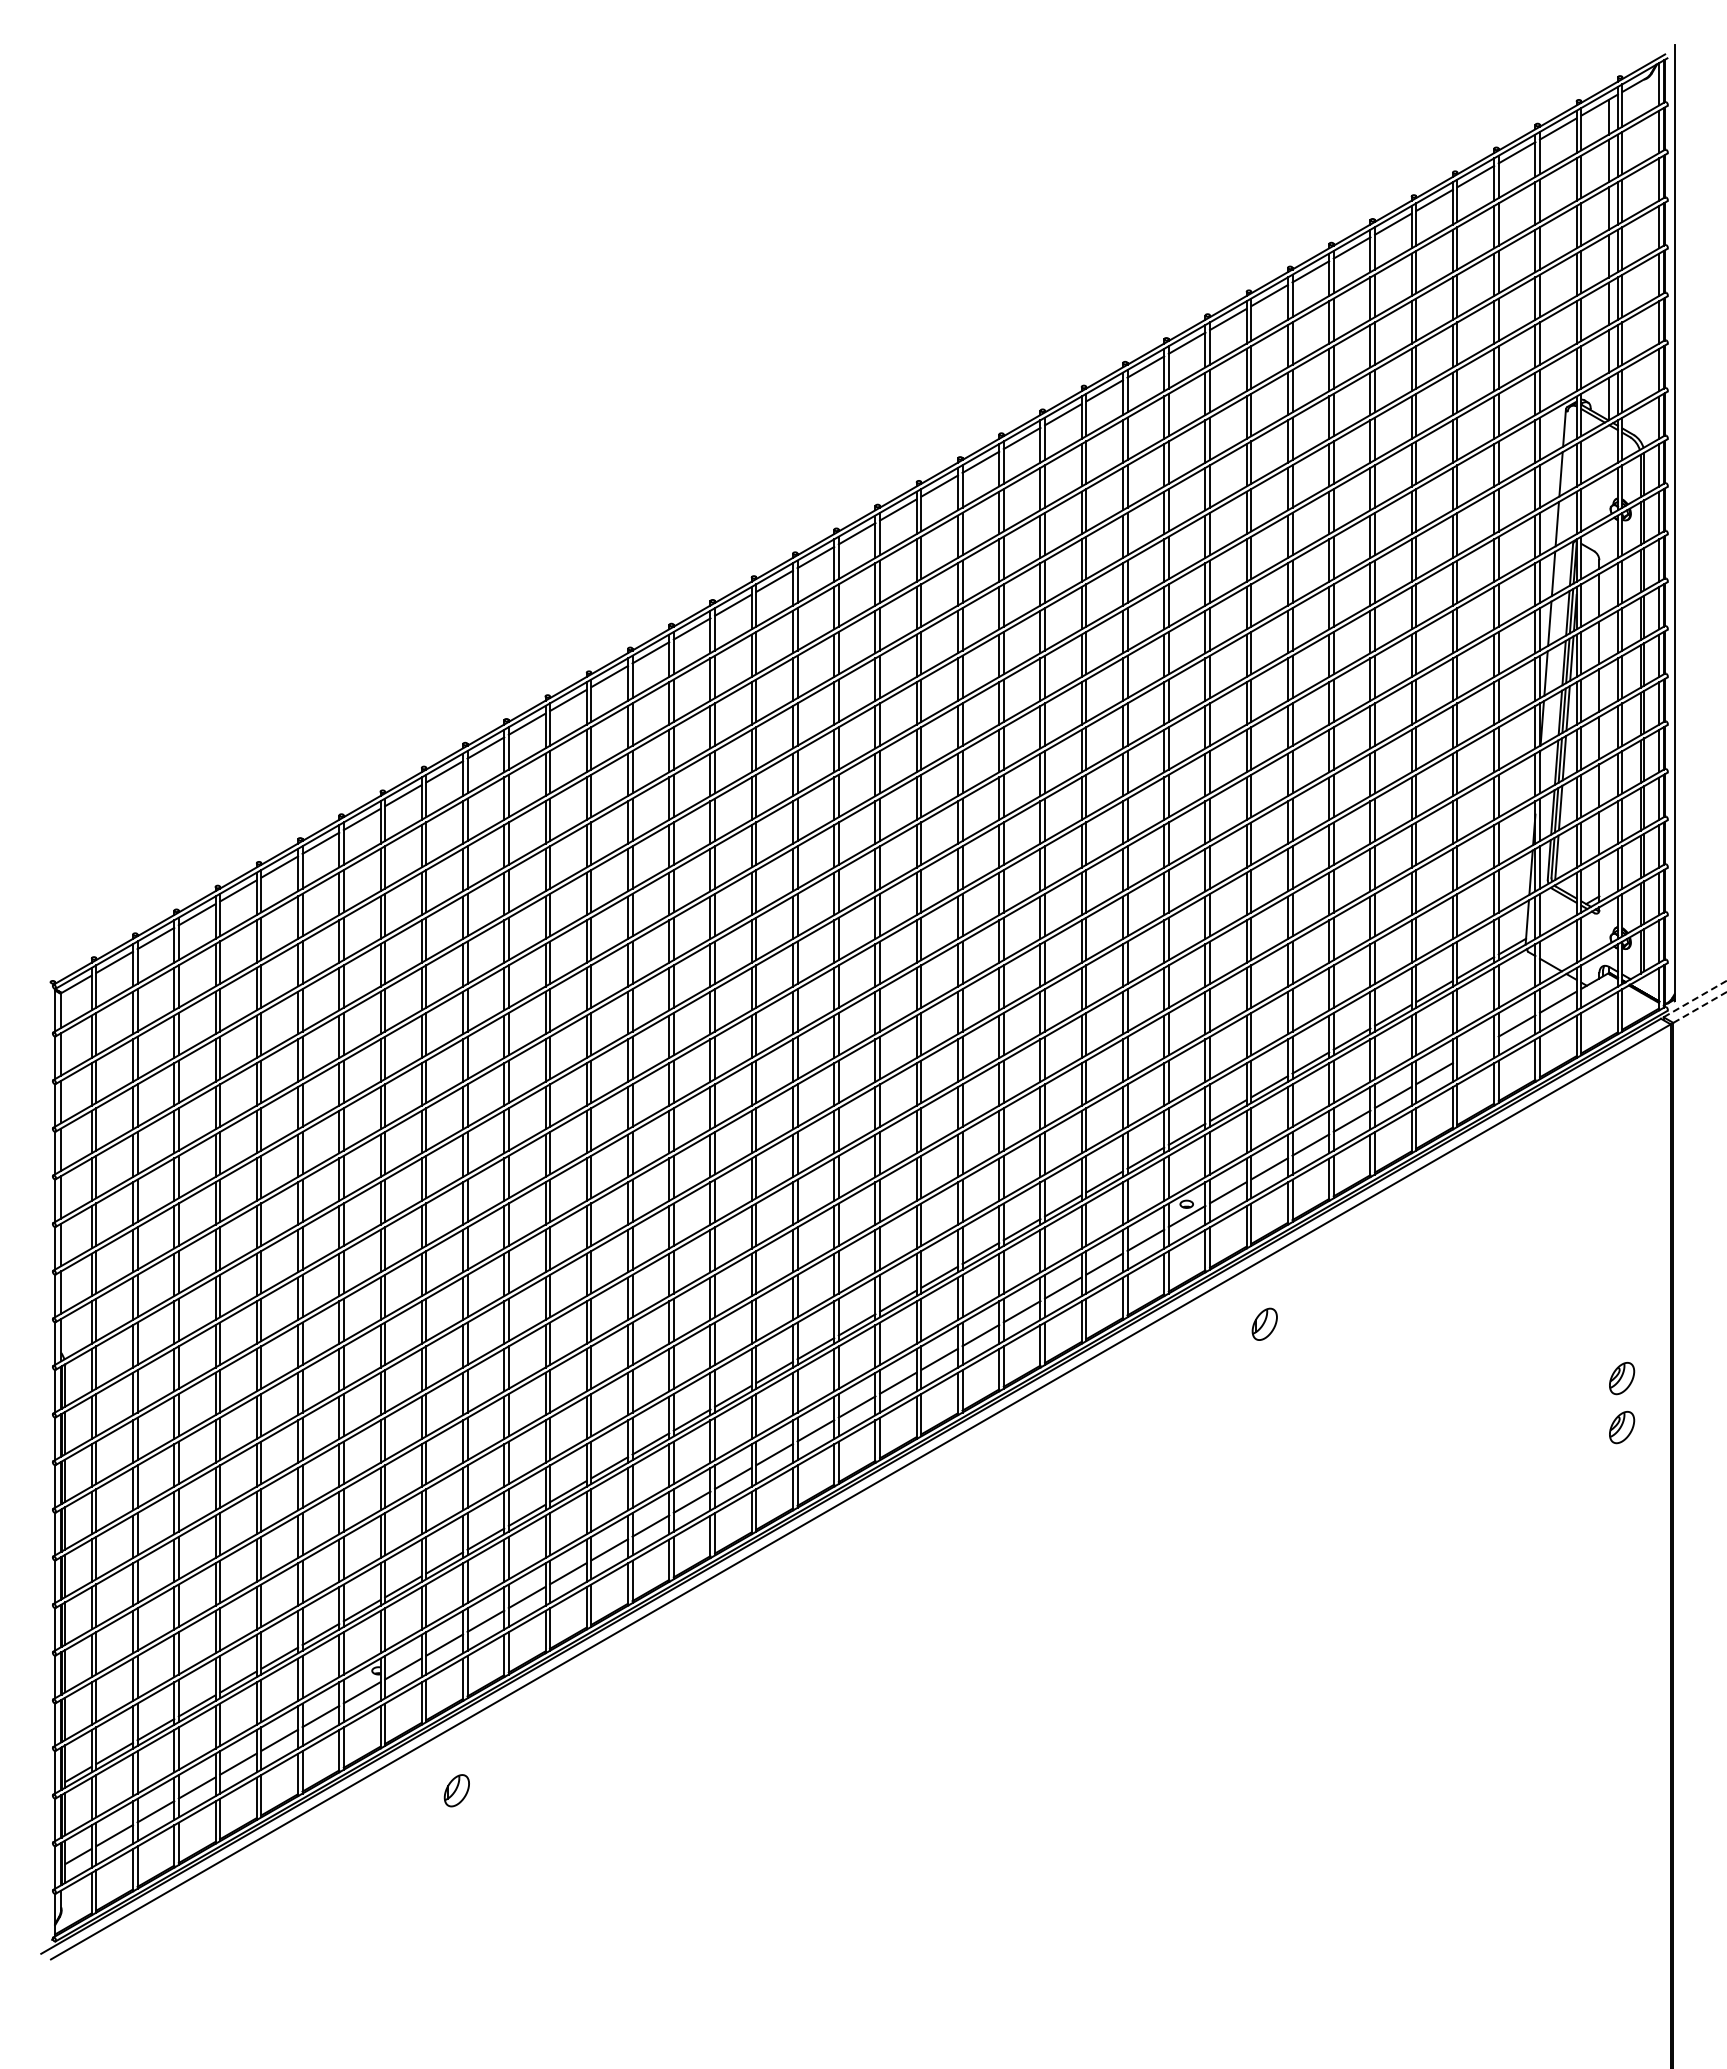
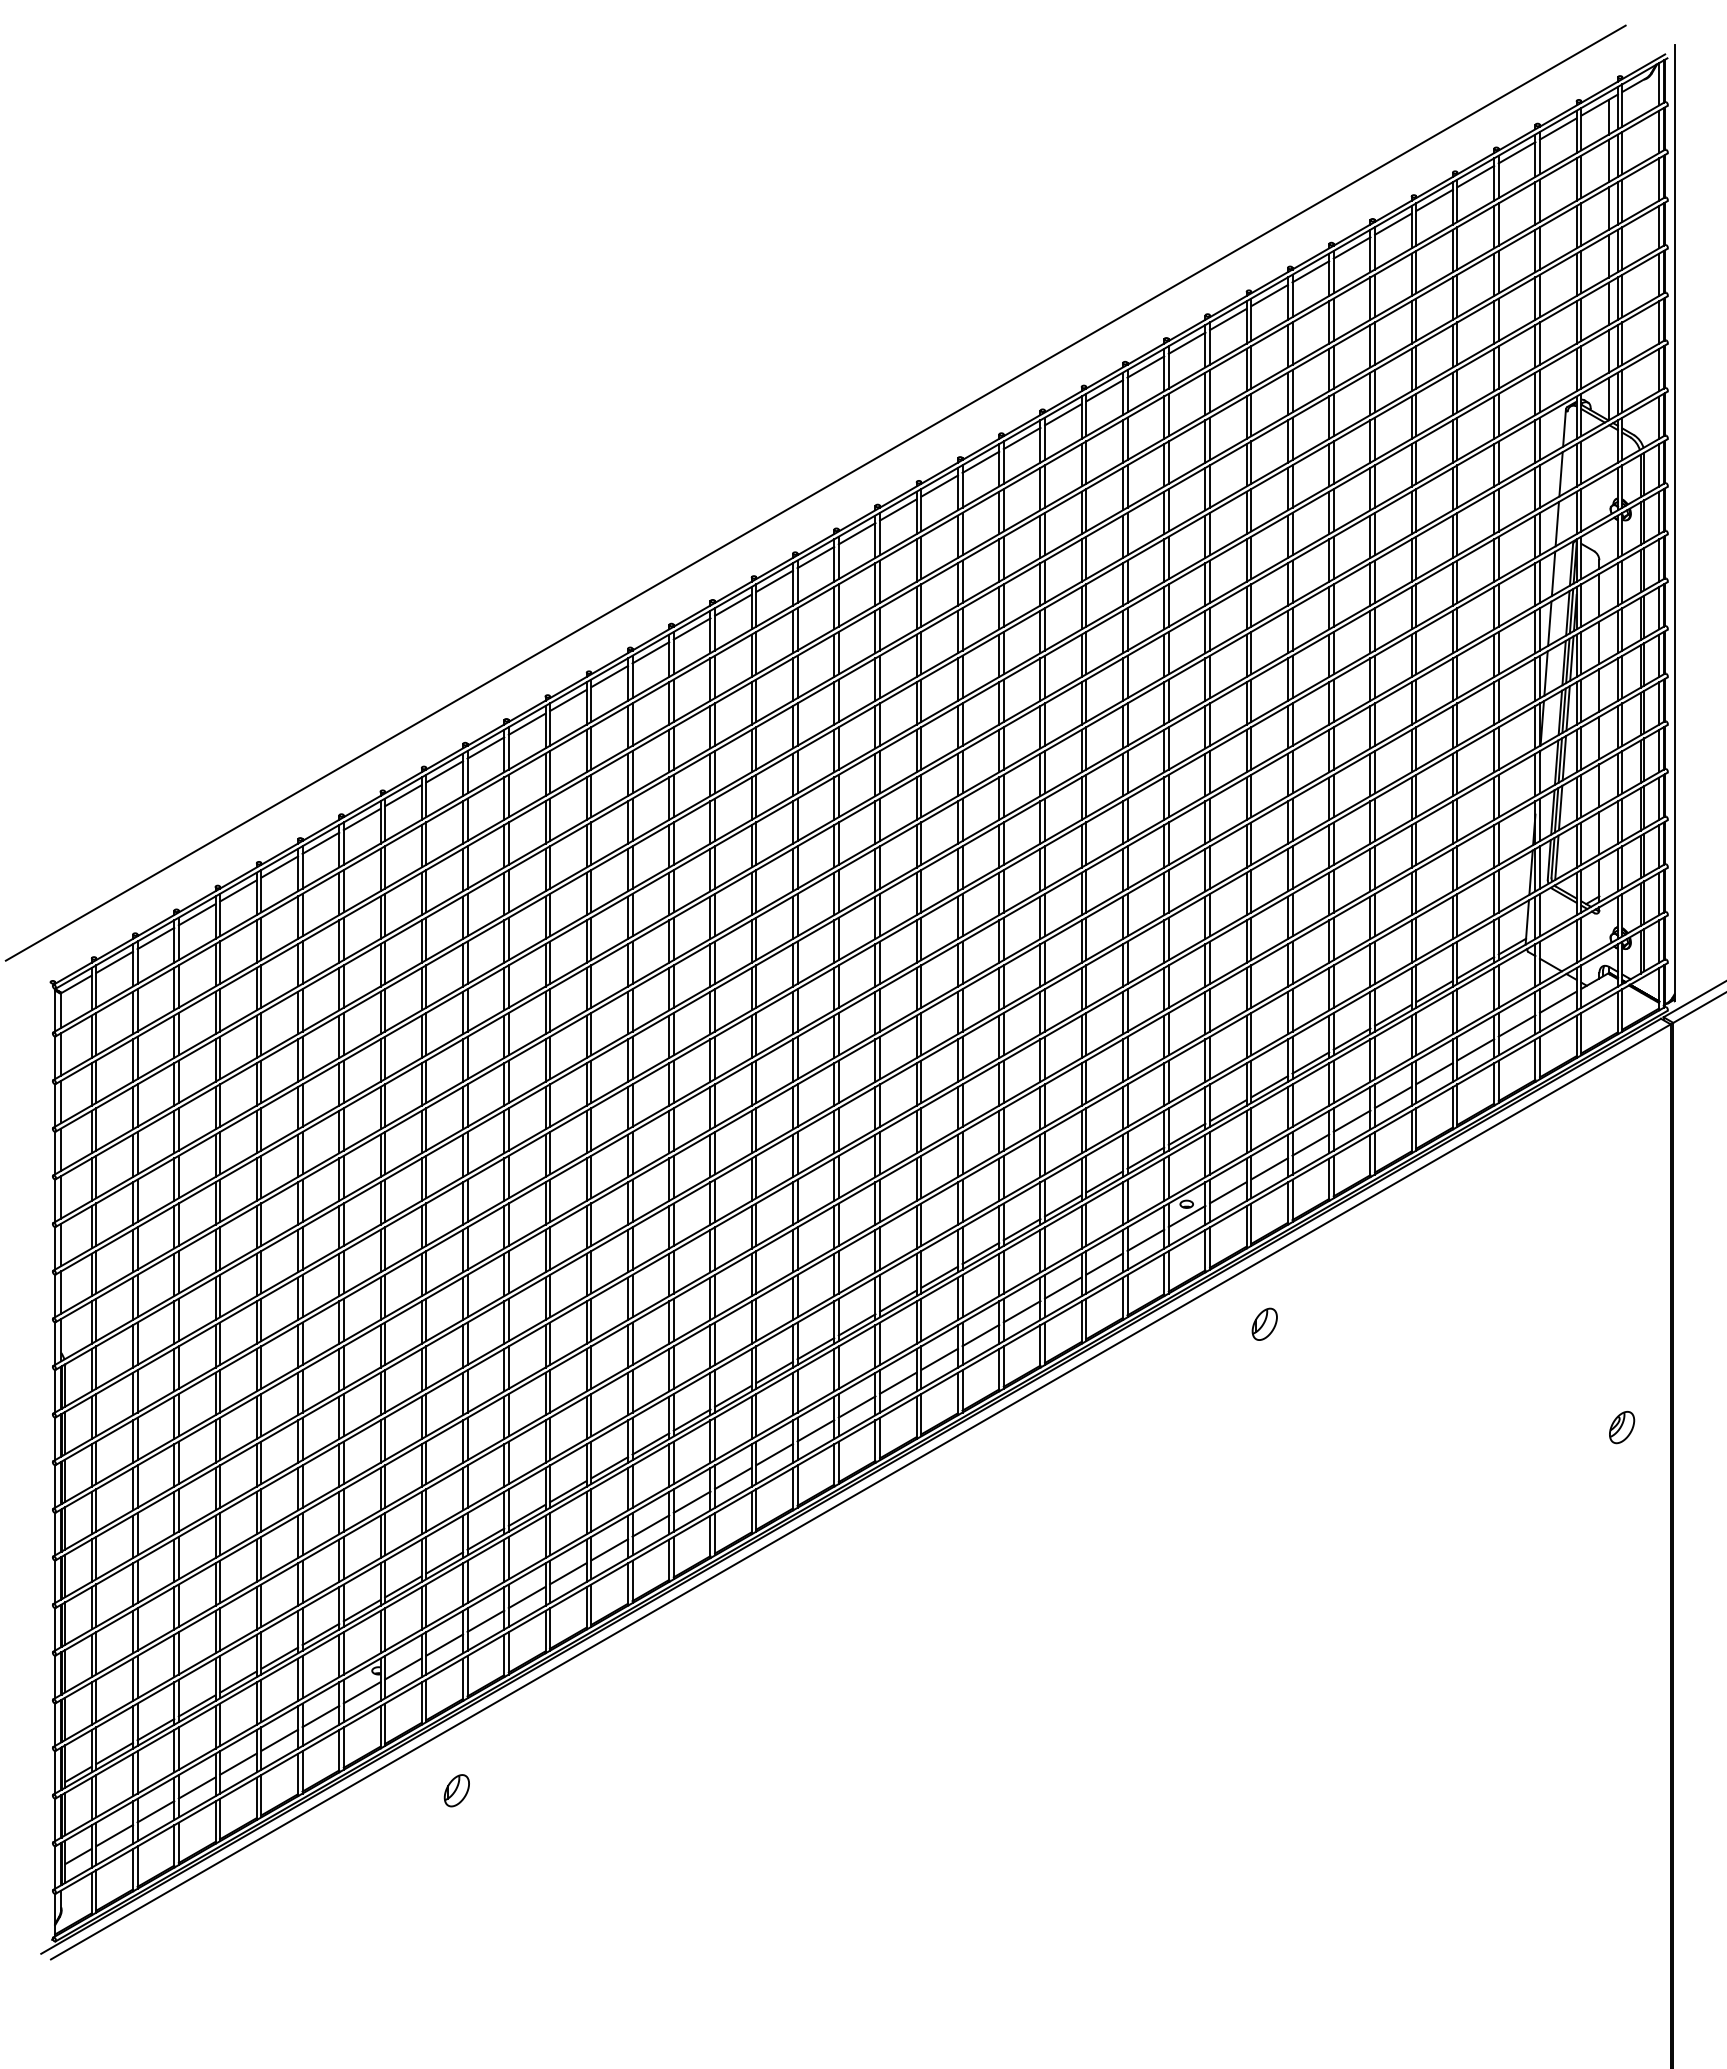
line at (815, 492): none -> present
line at (1695, 998): dashed -> solid
line at (1700, 1007): dashed -> solid
line at (1475, 1049): none -> present
part at (1622, 1378): present -> none
